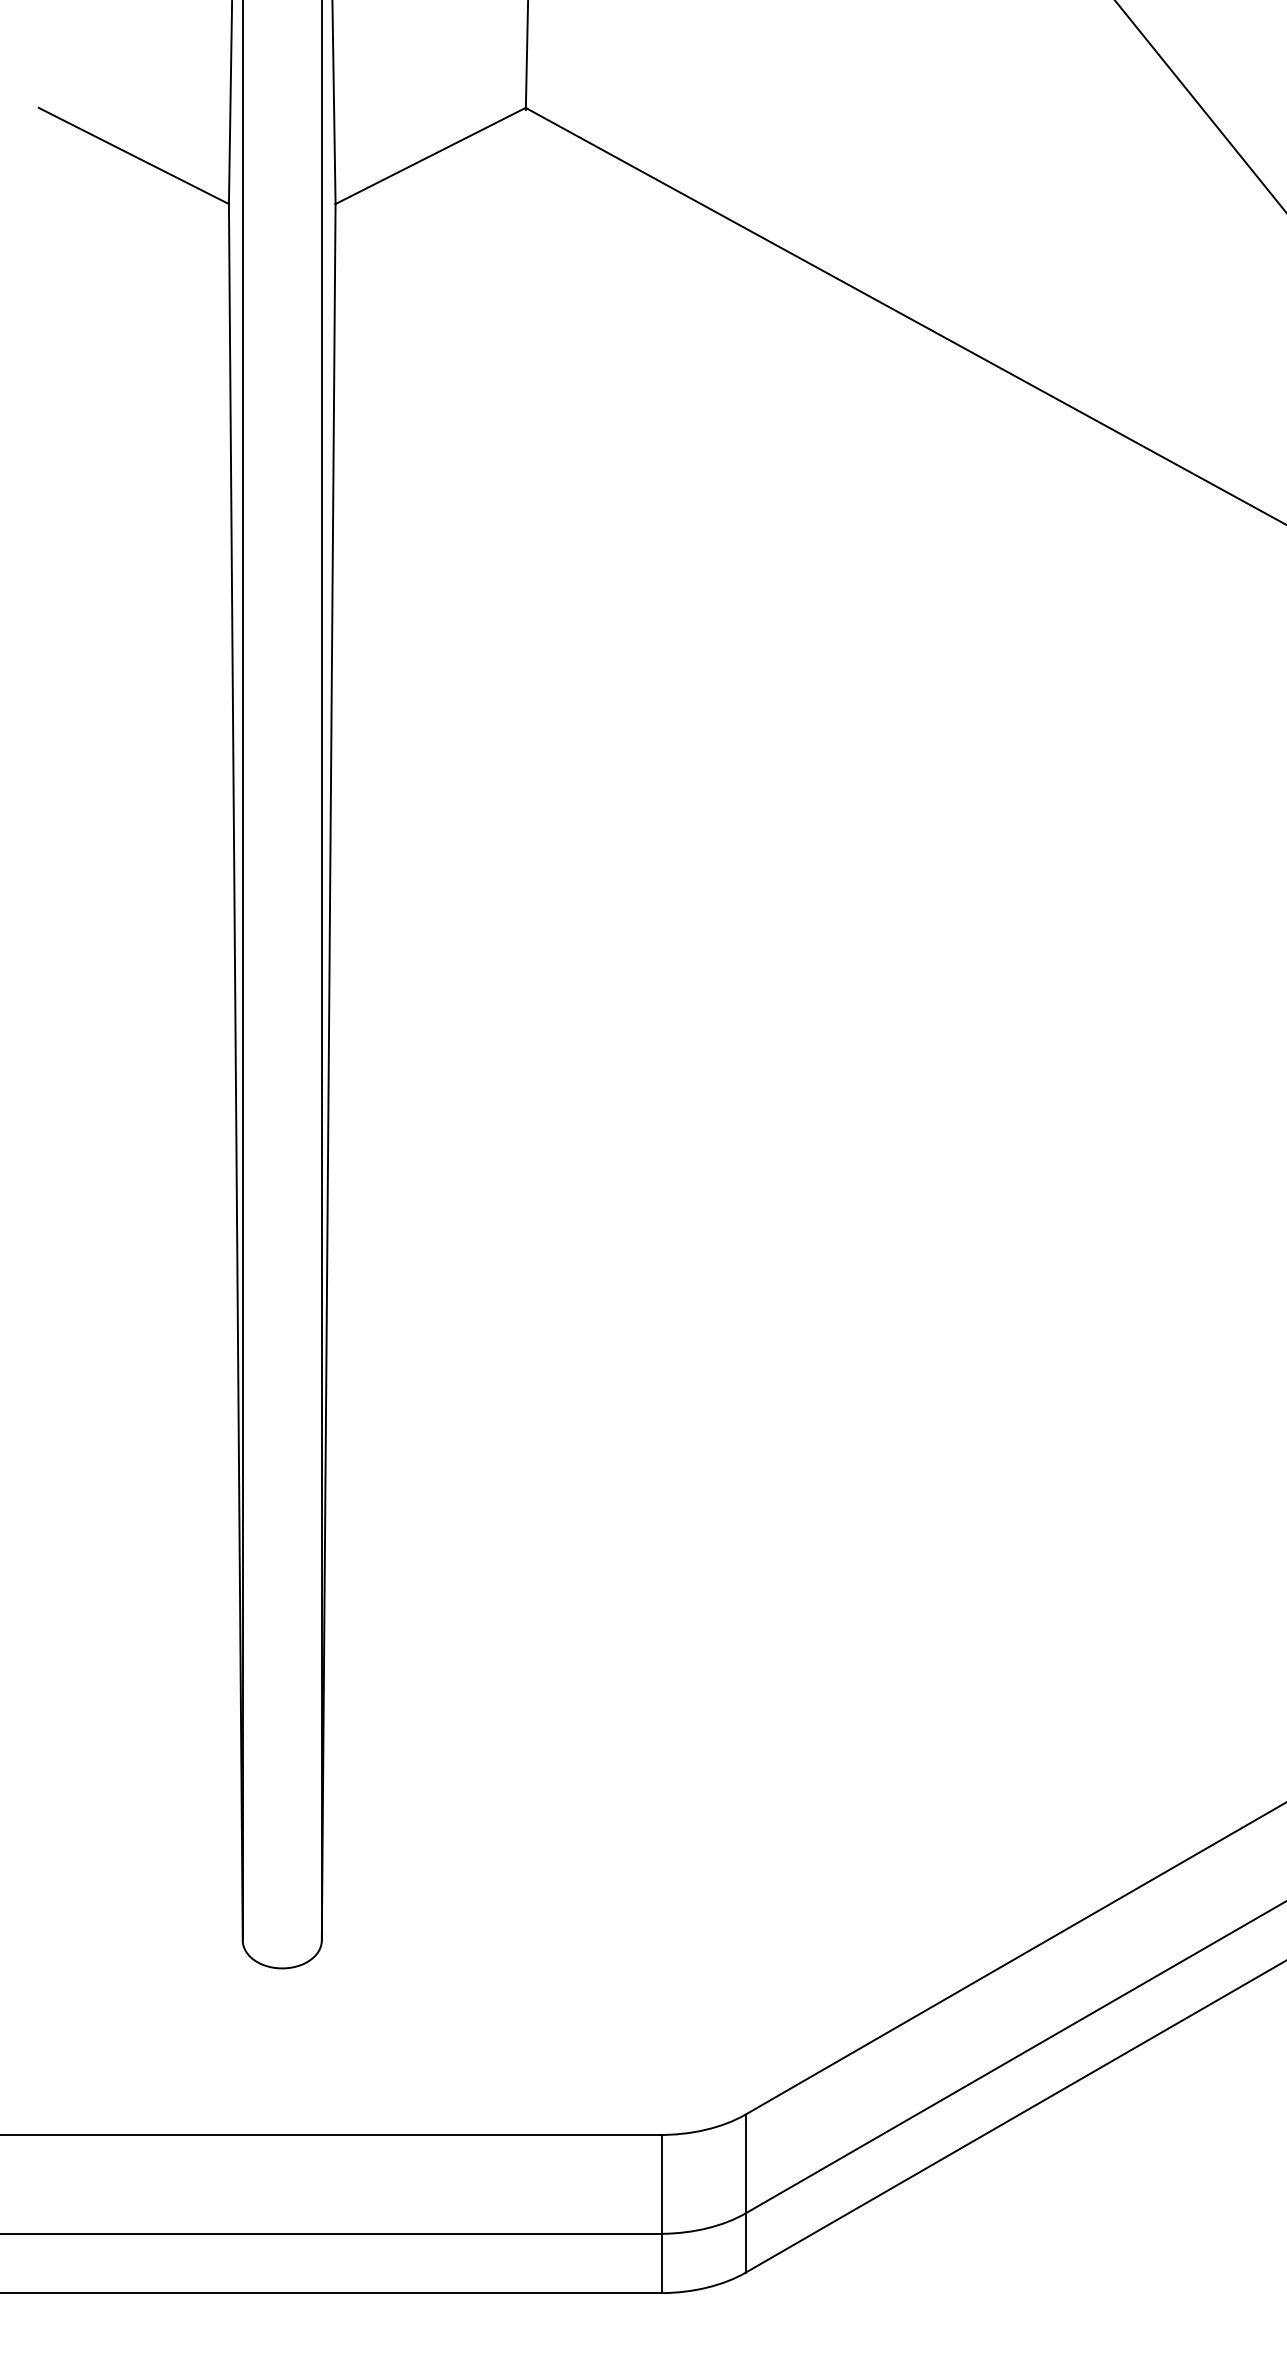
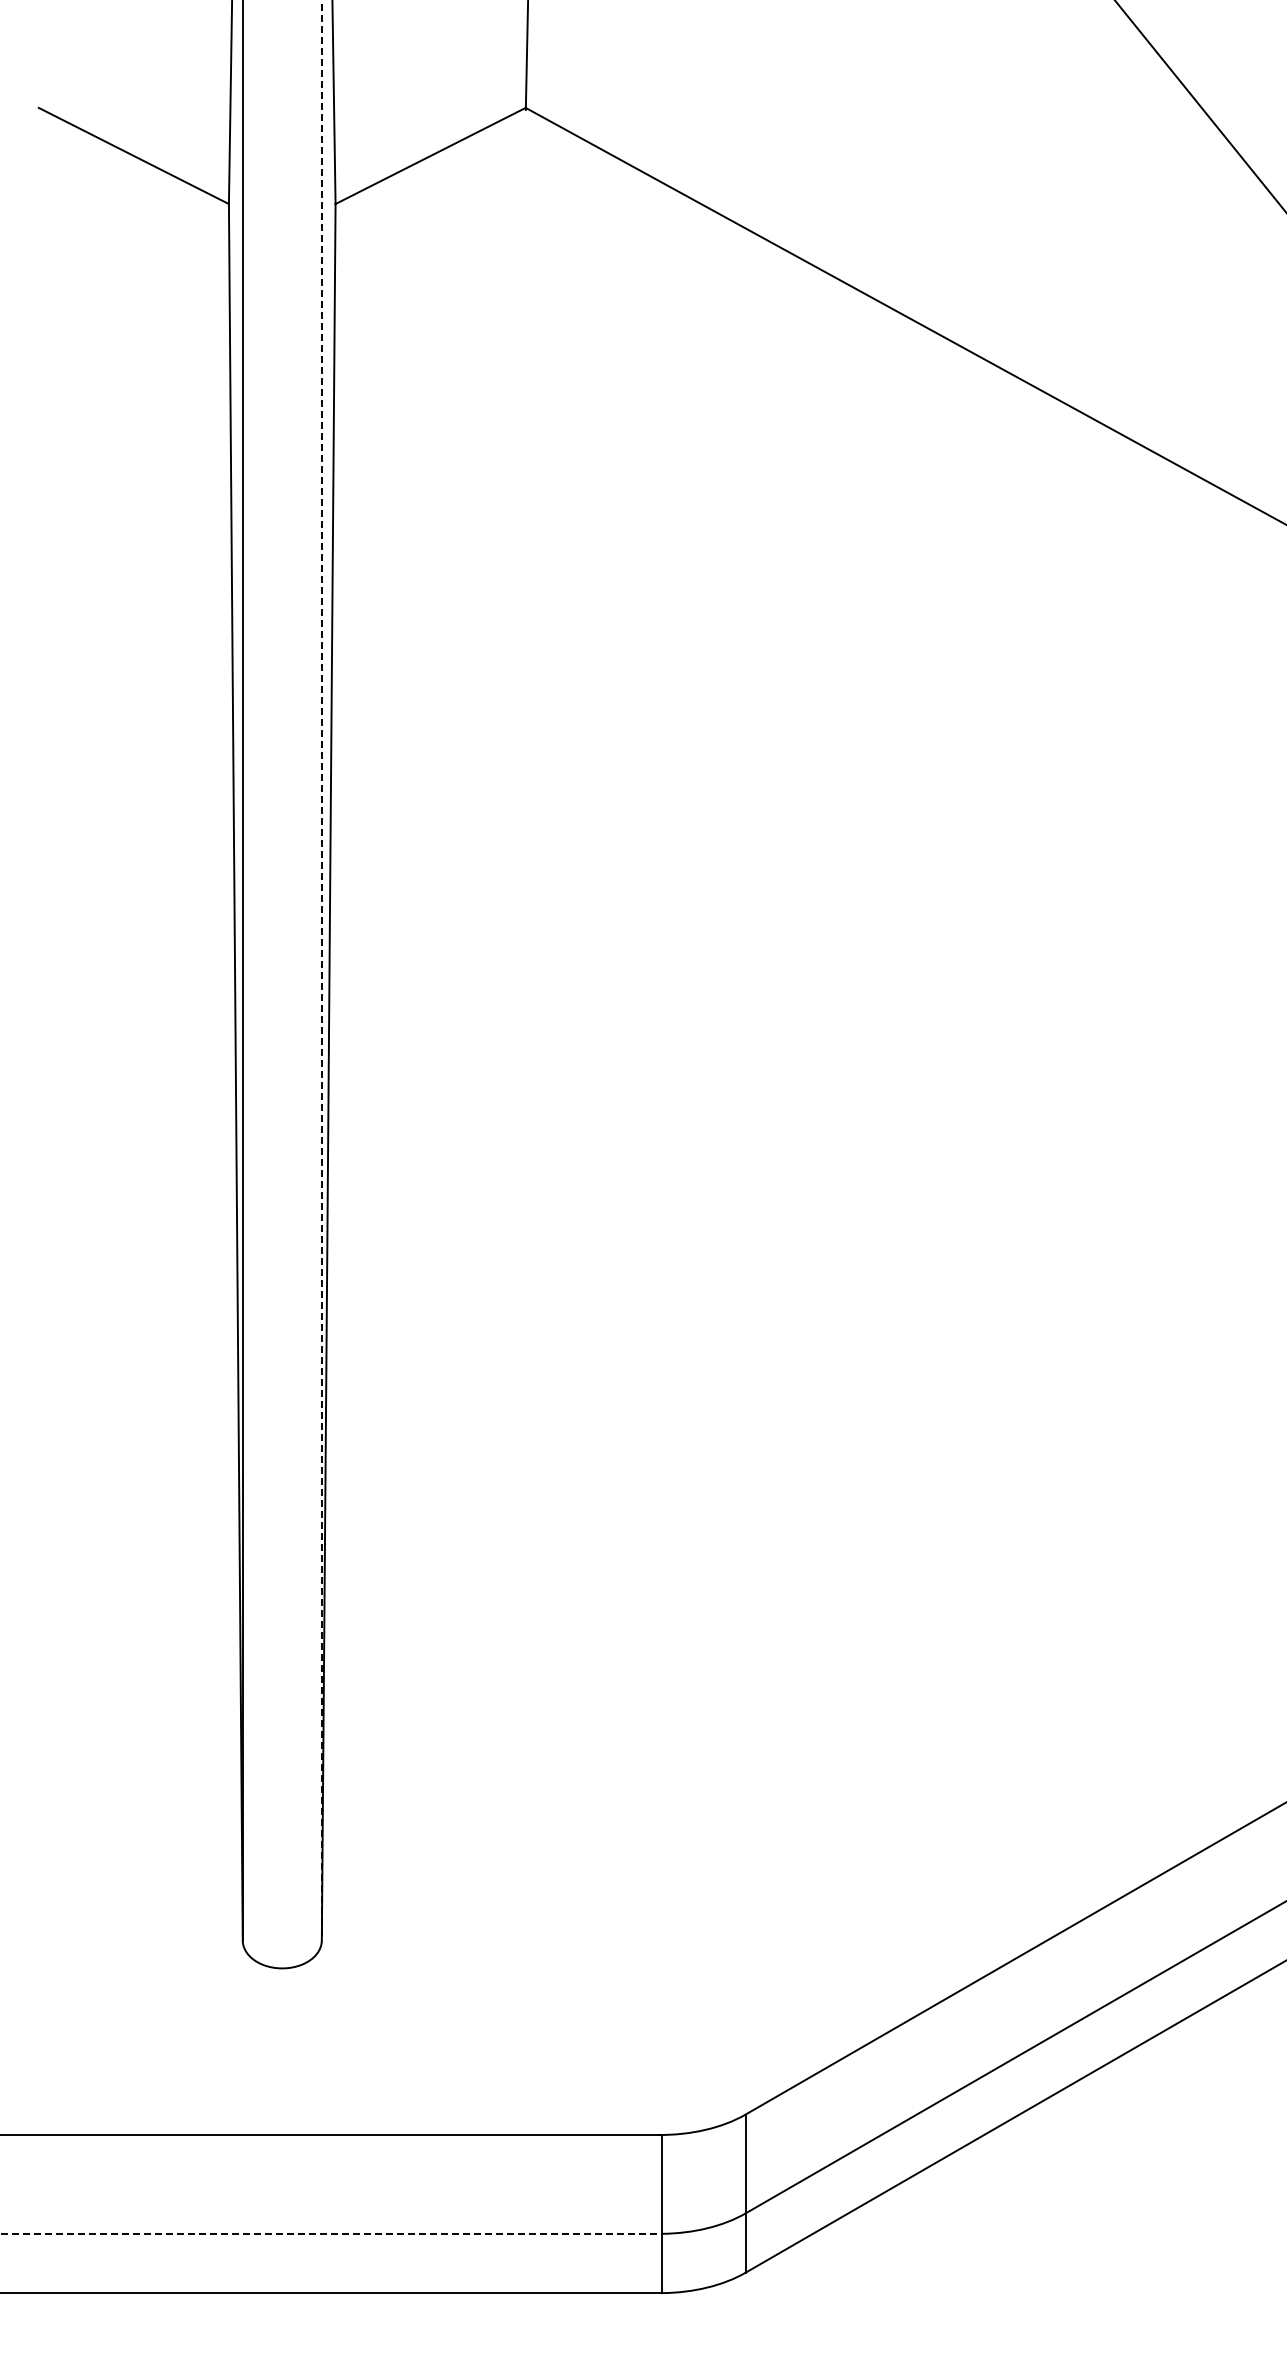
line at (321, 970): solid -> dashed
line at (331, 2233): solid -> dashed
